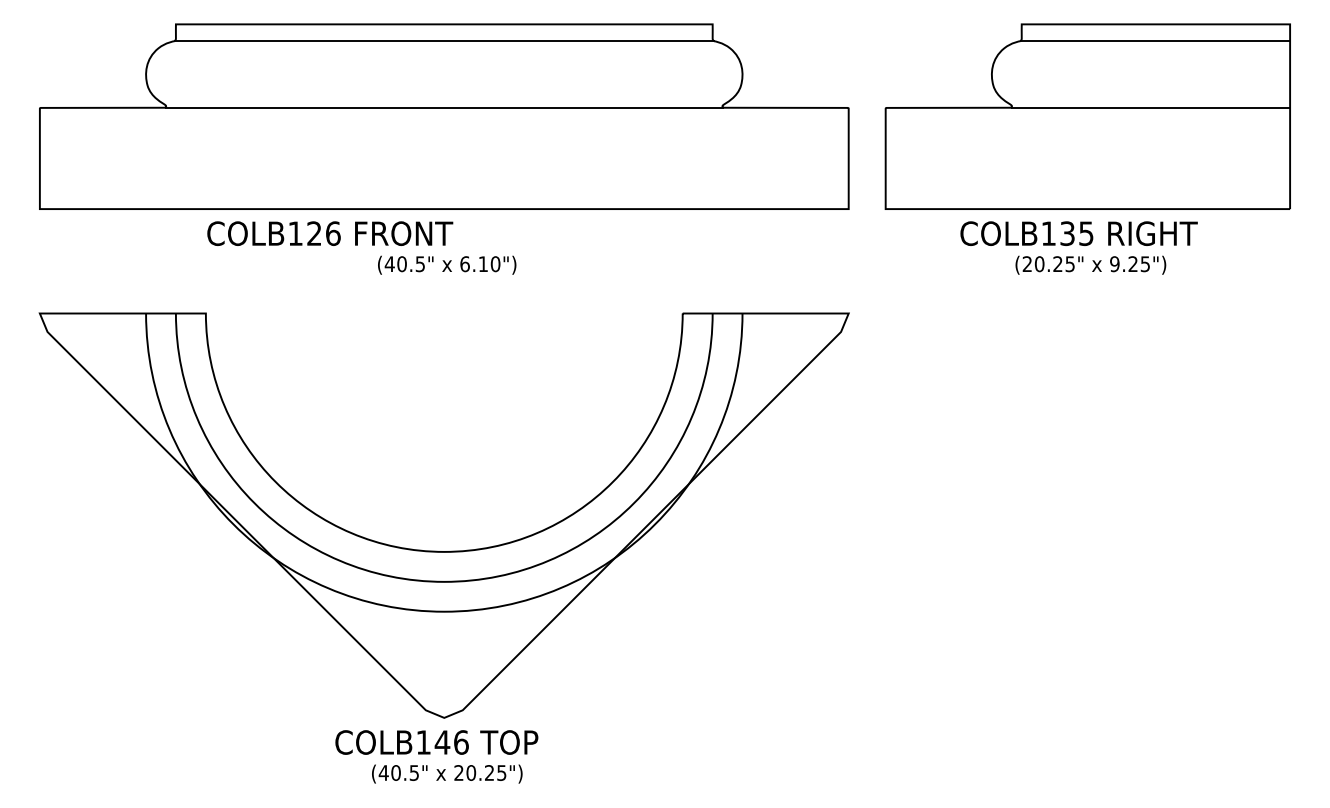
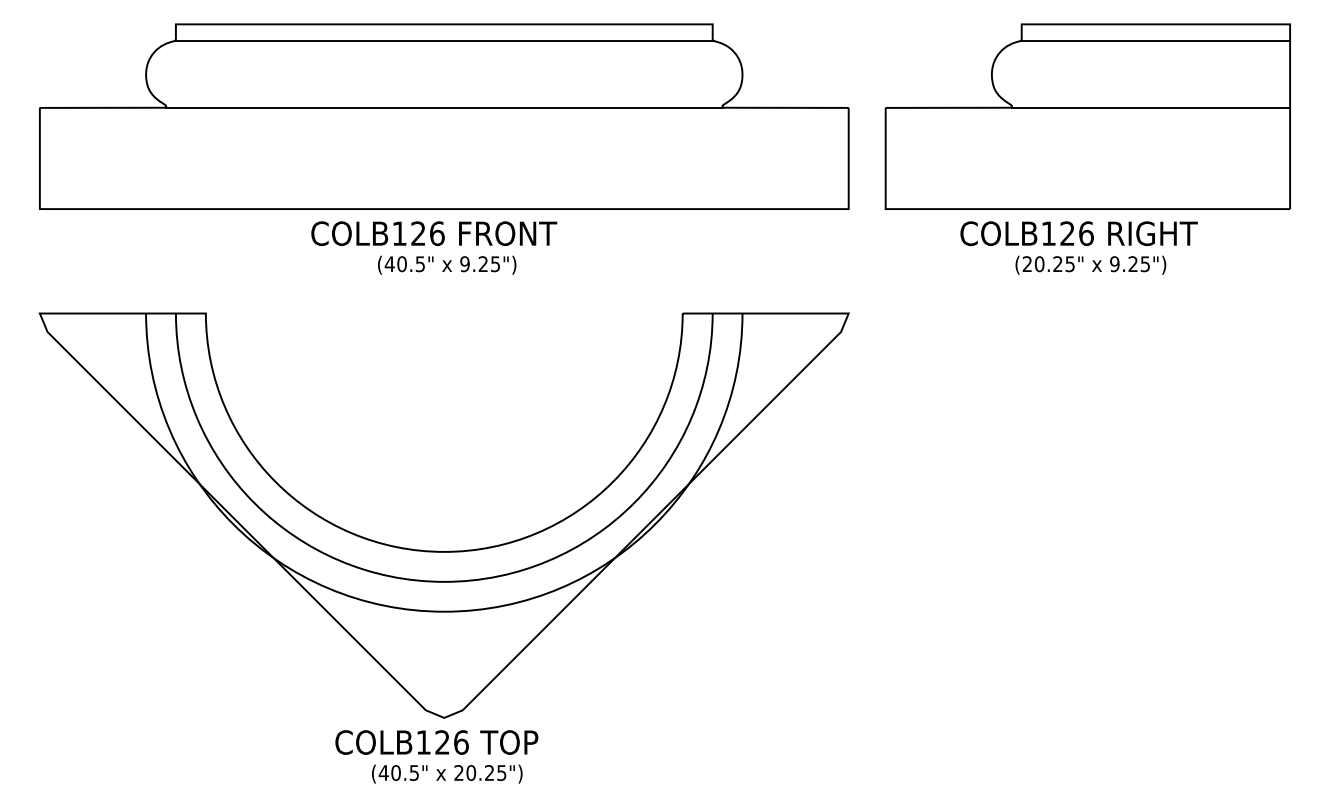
text at (330, 233) position: (330, 233) -> (434, 233)
text at (1076, 233): COLB135 -> COLB126
text at (480, 264): 6.10") -> 9.25")
text at (442, 742): COLB146 -> COLB126
